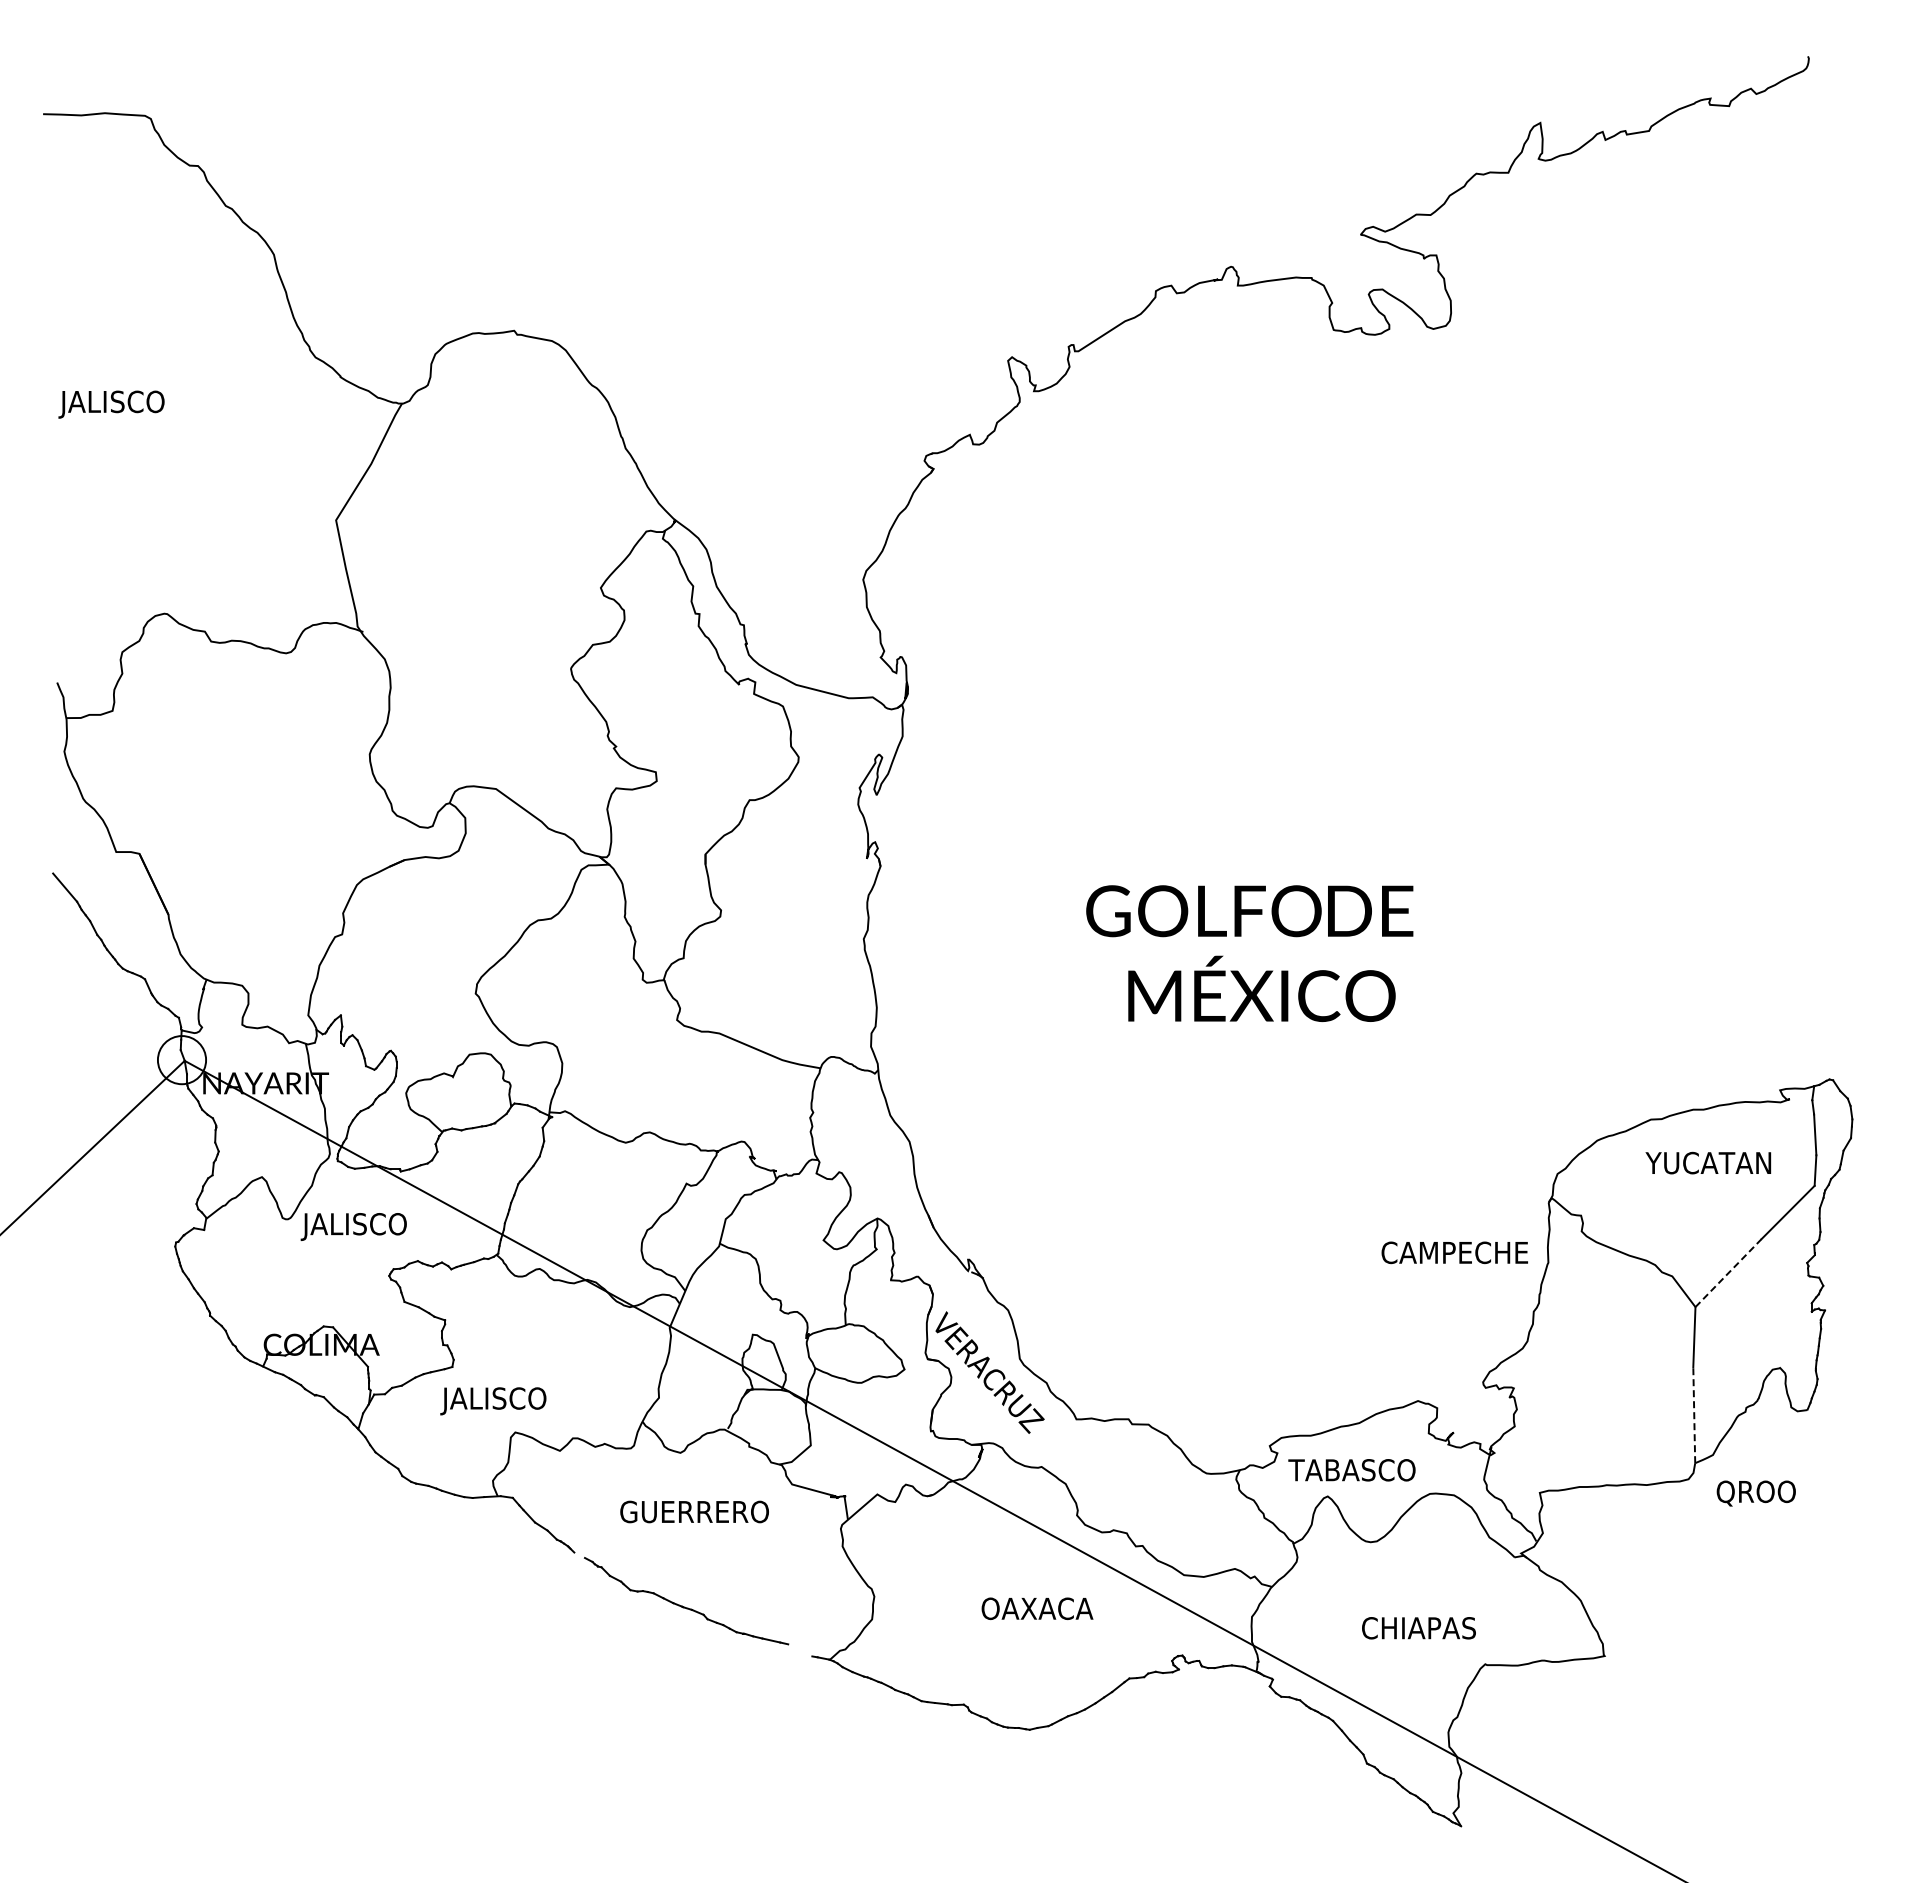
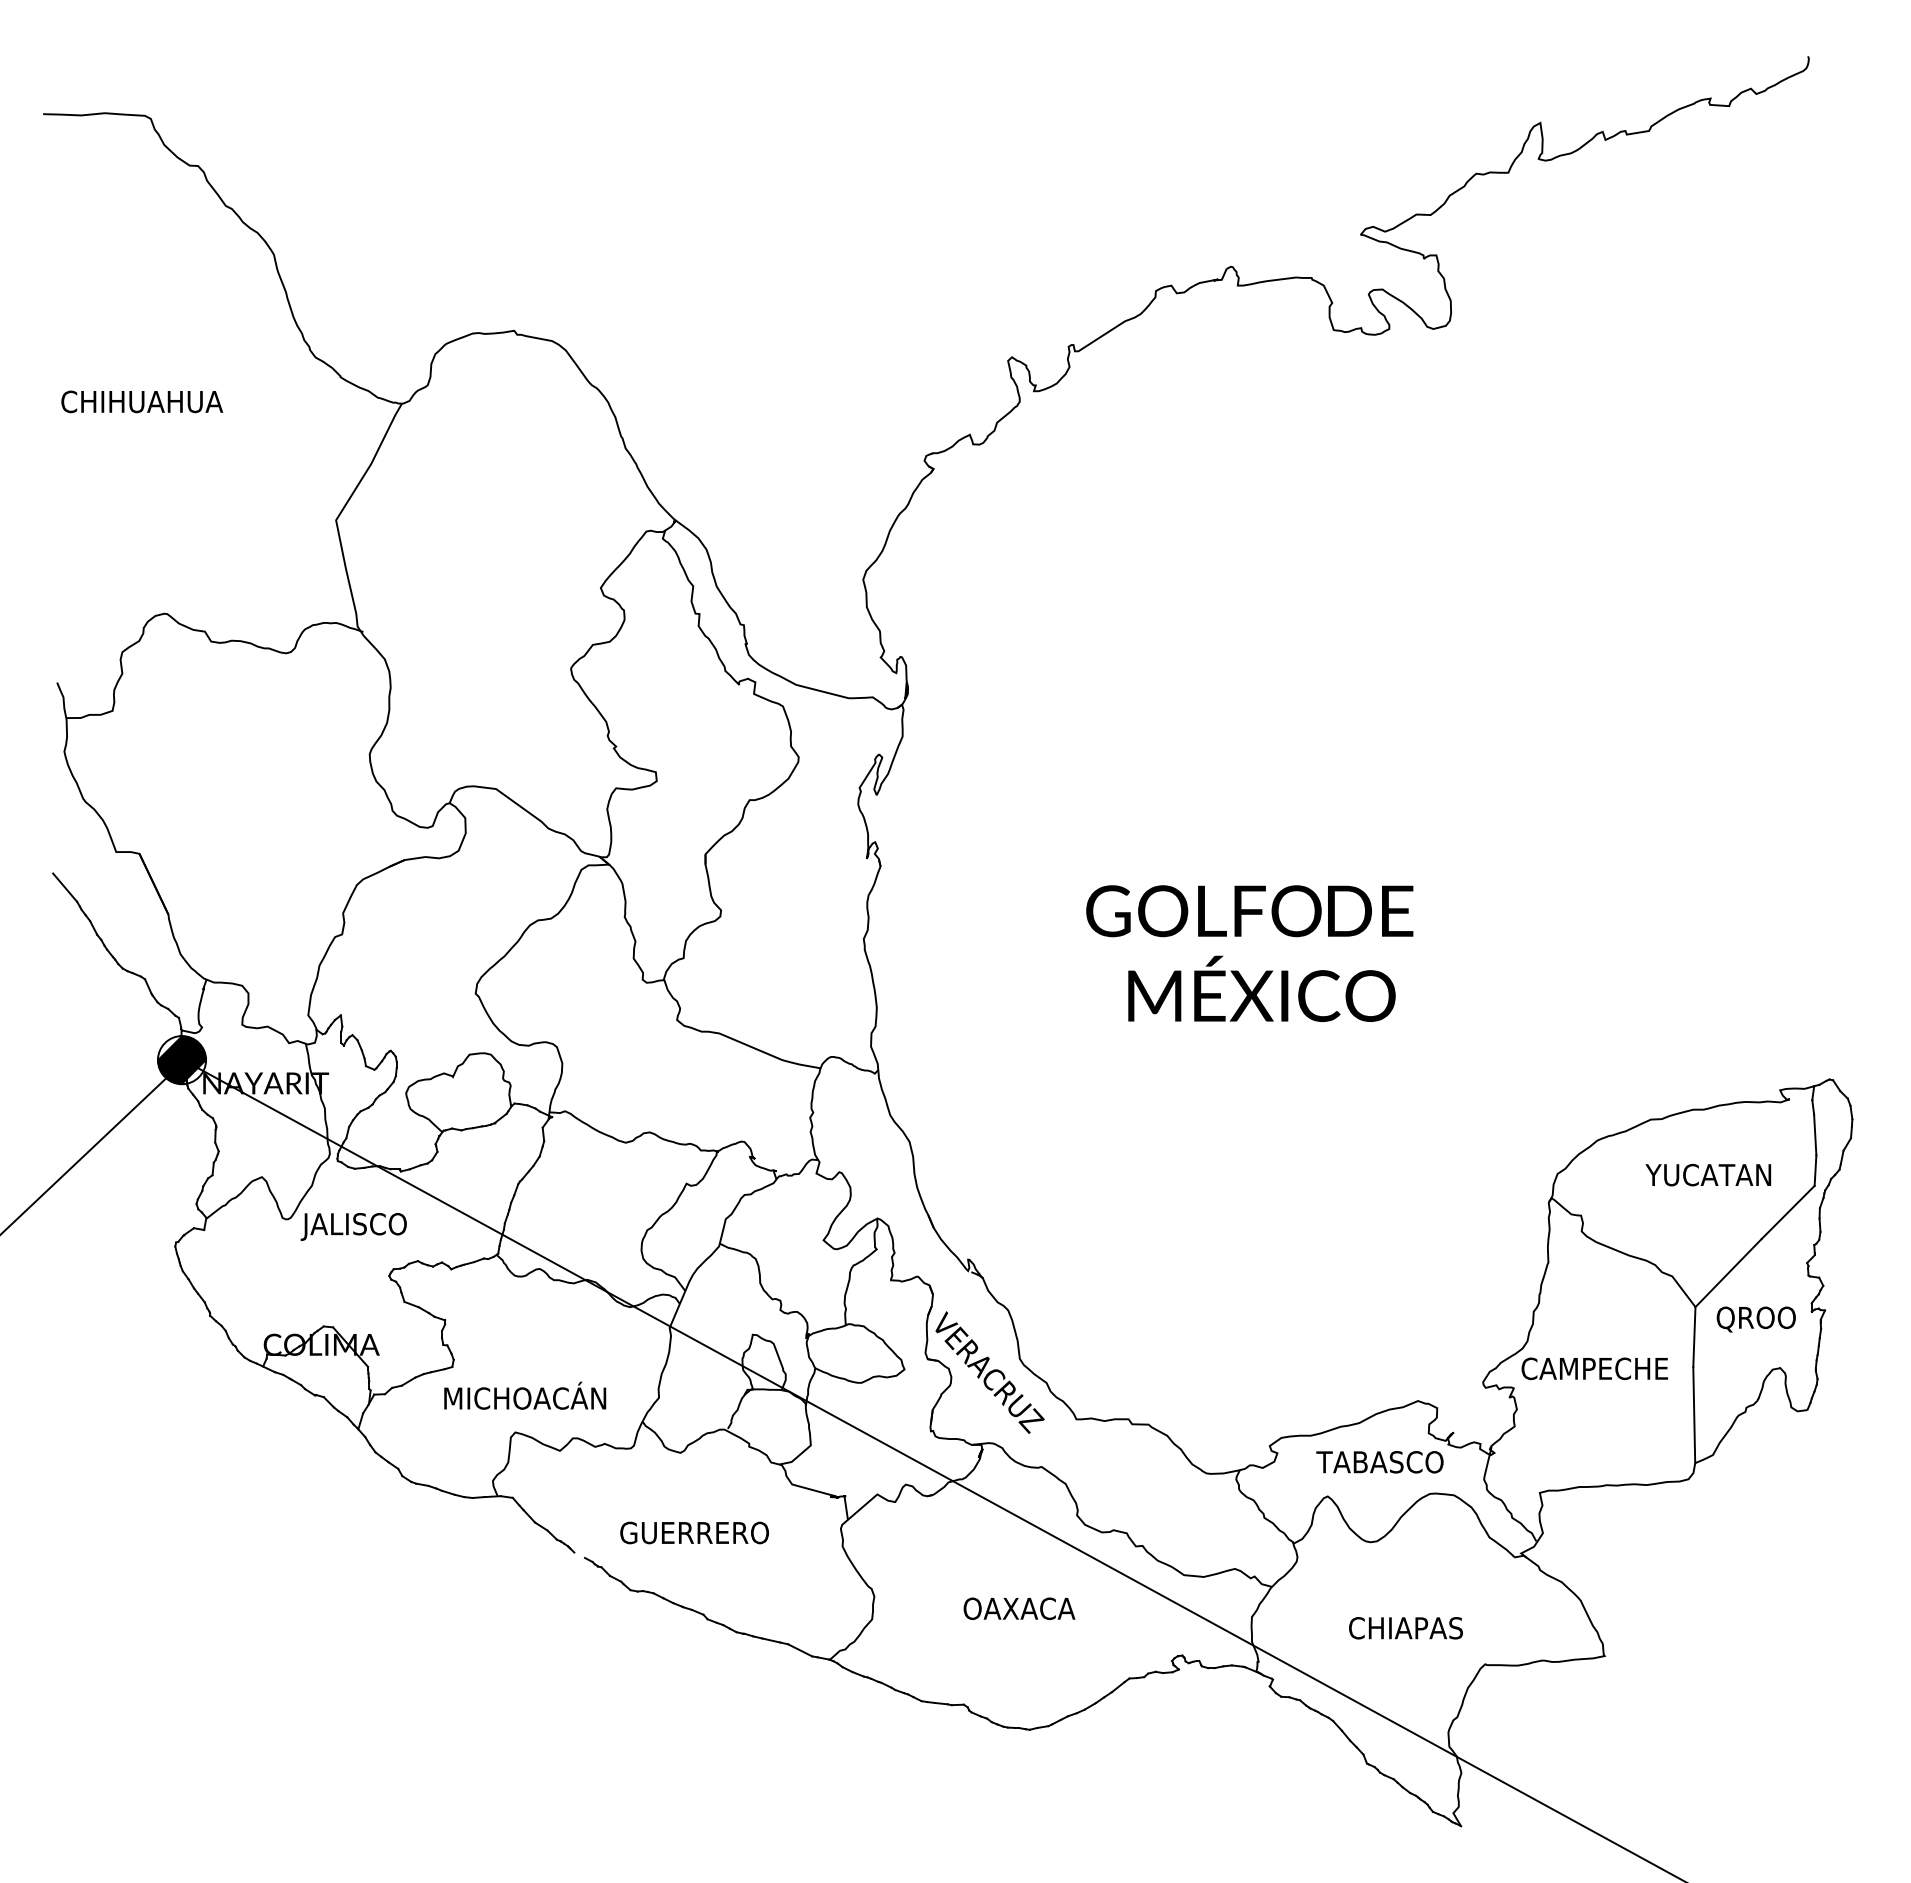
text at (140, 404): JALISCO -> CHIHUAHUA
hatch at (181, 1060): none -> present
text at (1708, 1162) position: (1708, 1162) -> (1708, 1174)
text at (1454, 1252) position: (1454, 1252) -> (1594, 1368)
line at (1728, 1272): dashed -> solid
text at (523, 1398): JALISCO -> MICHOACÁN
line at (1694, 1414): dashed -> solid
text at (1351, 1470) position: (1351, 1470) -> (1379, 1462)
text at (1755, 1493) position: (1755, 1493) -> (1755, 1319)
text at (694, 1511) position: (694, 1511) -> (694, 1532)
text at (1037, 1608) position: (1037, 1608) -> (1019, 1608)
text at (1418, 1628) position: (1418, 1628) -> (1405, 1628)
line at (800, 1650): none -> present
